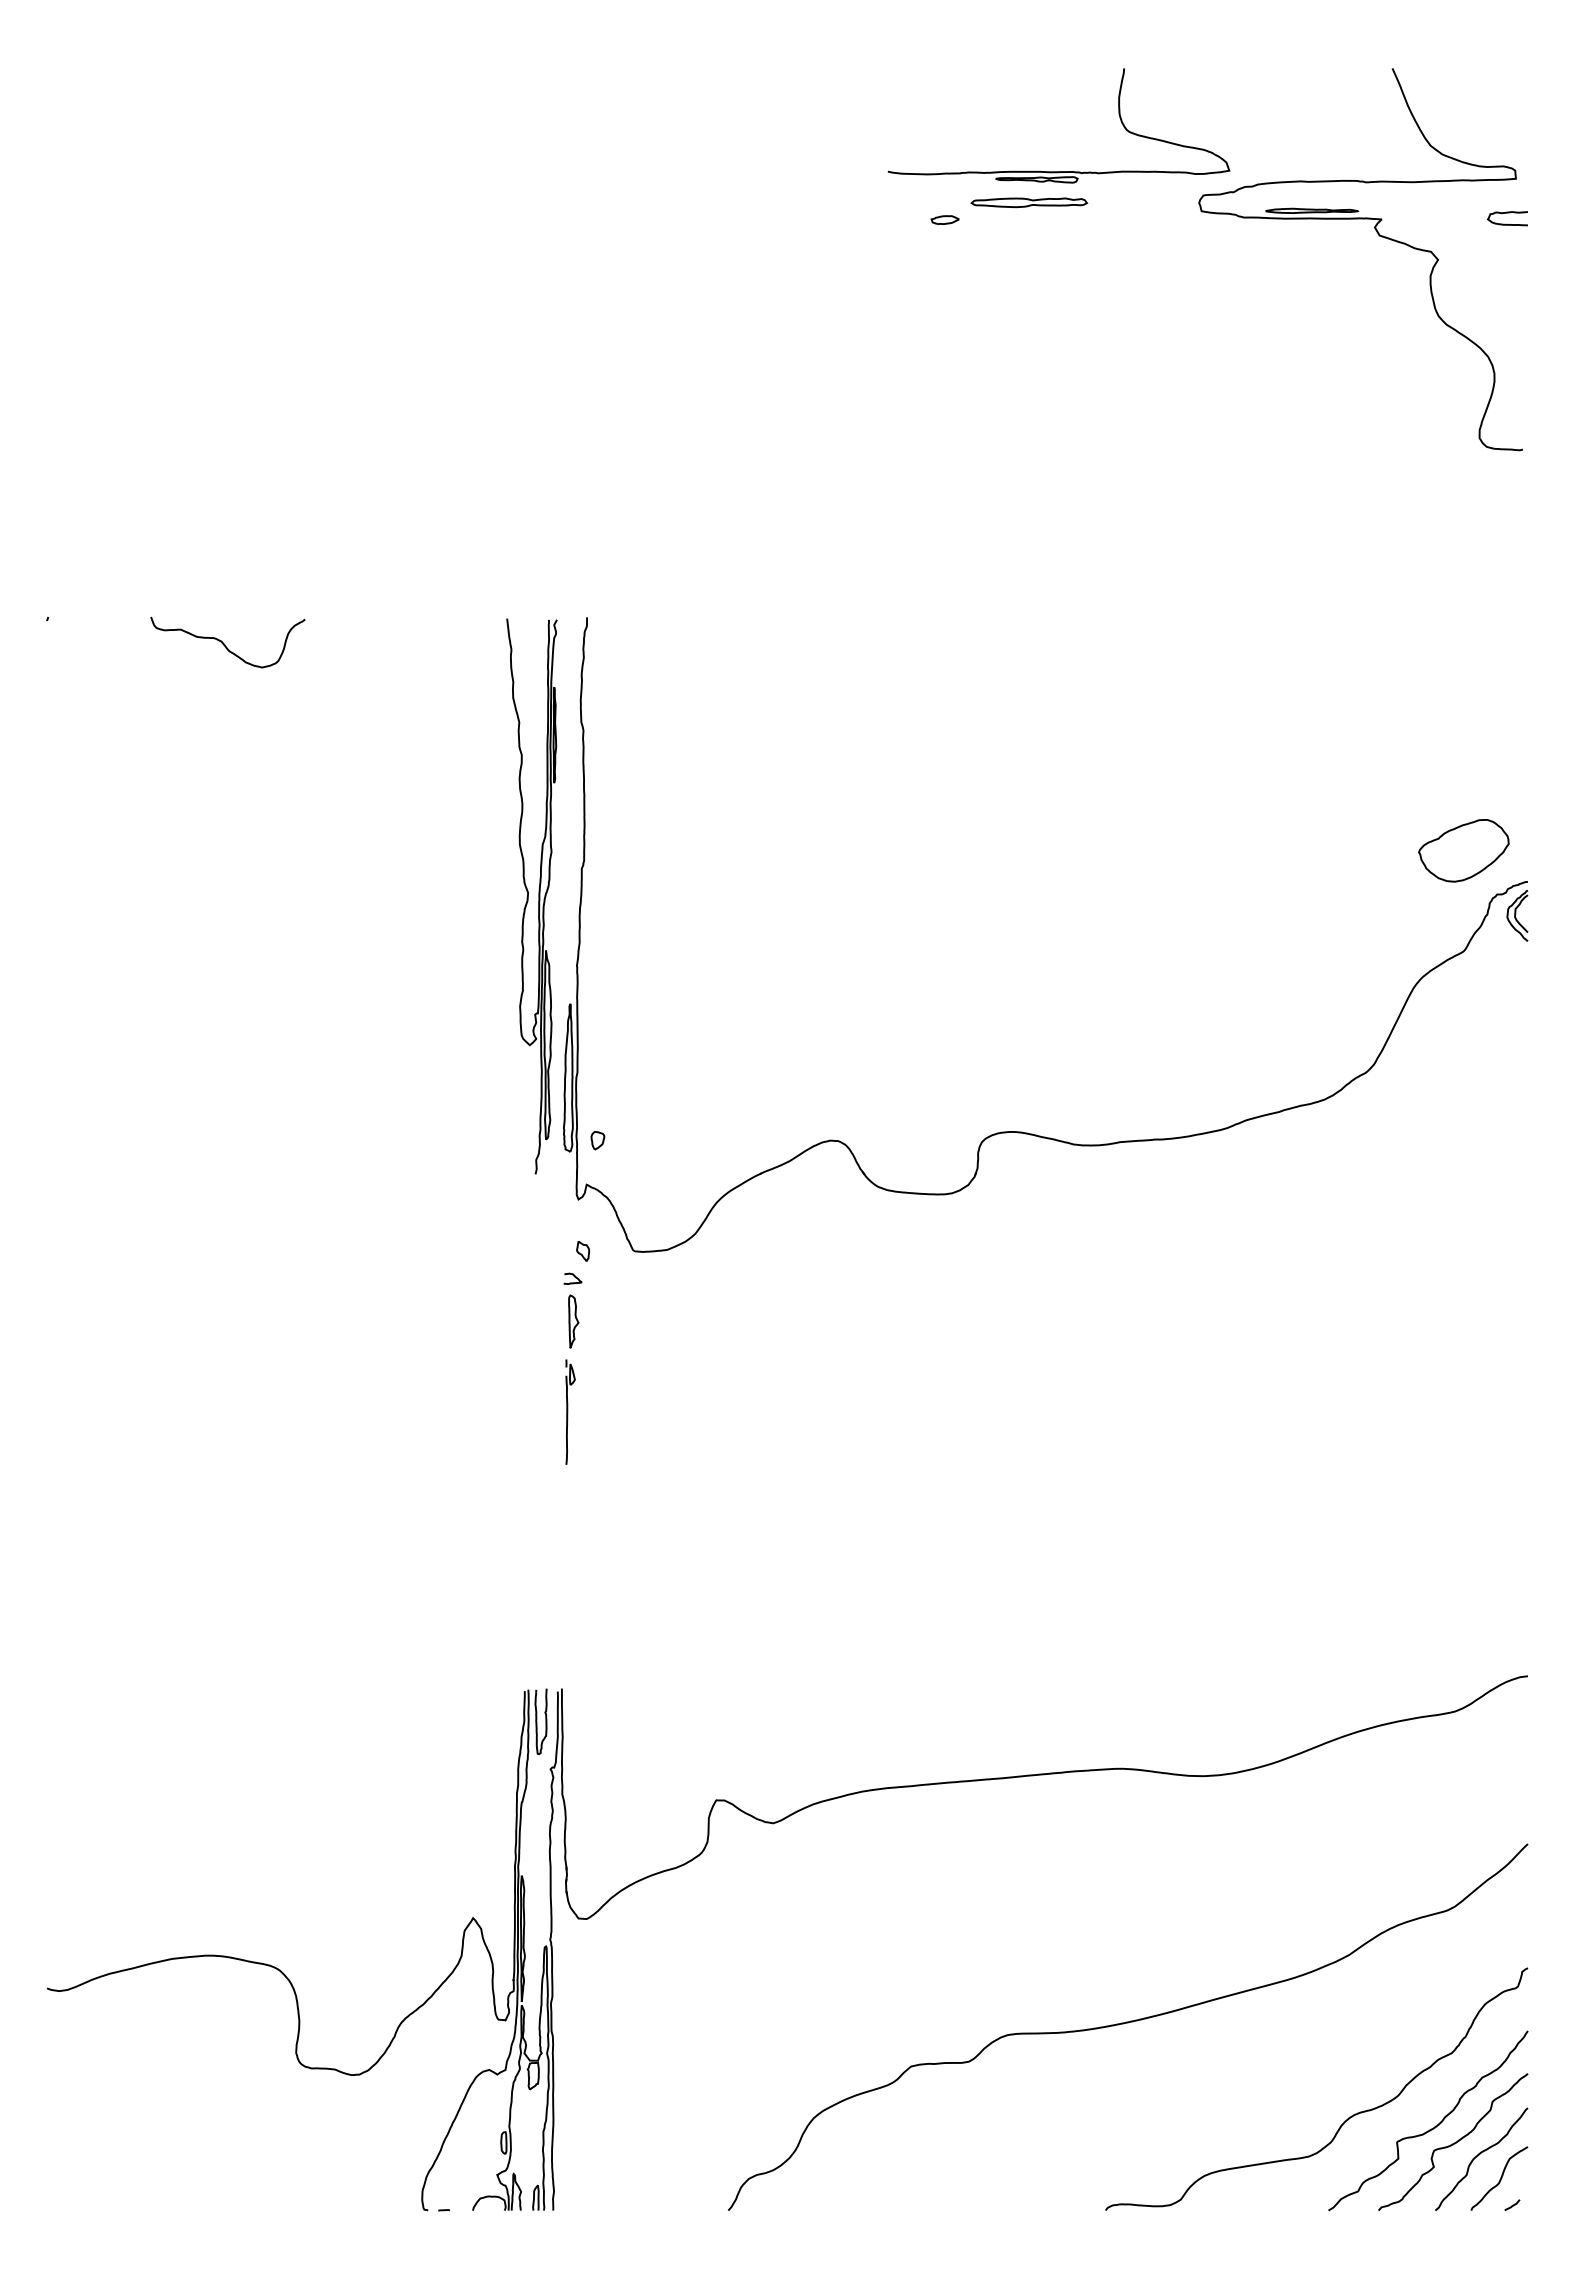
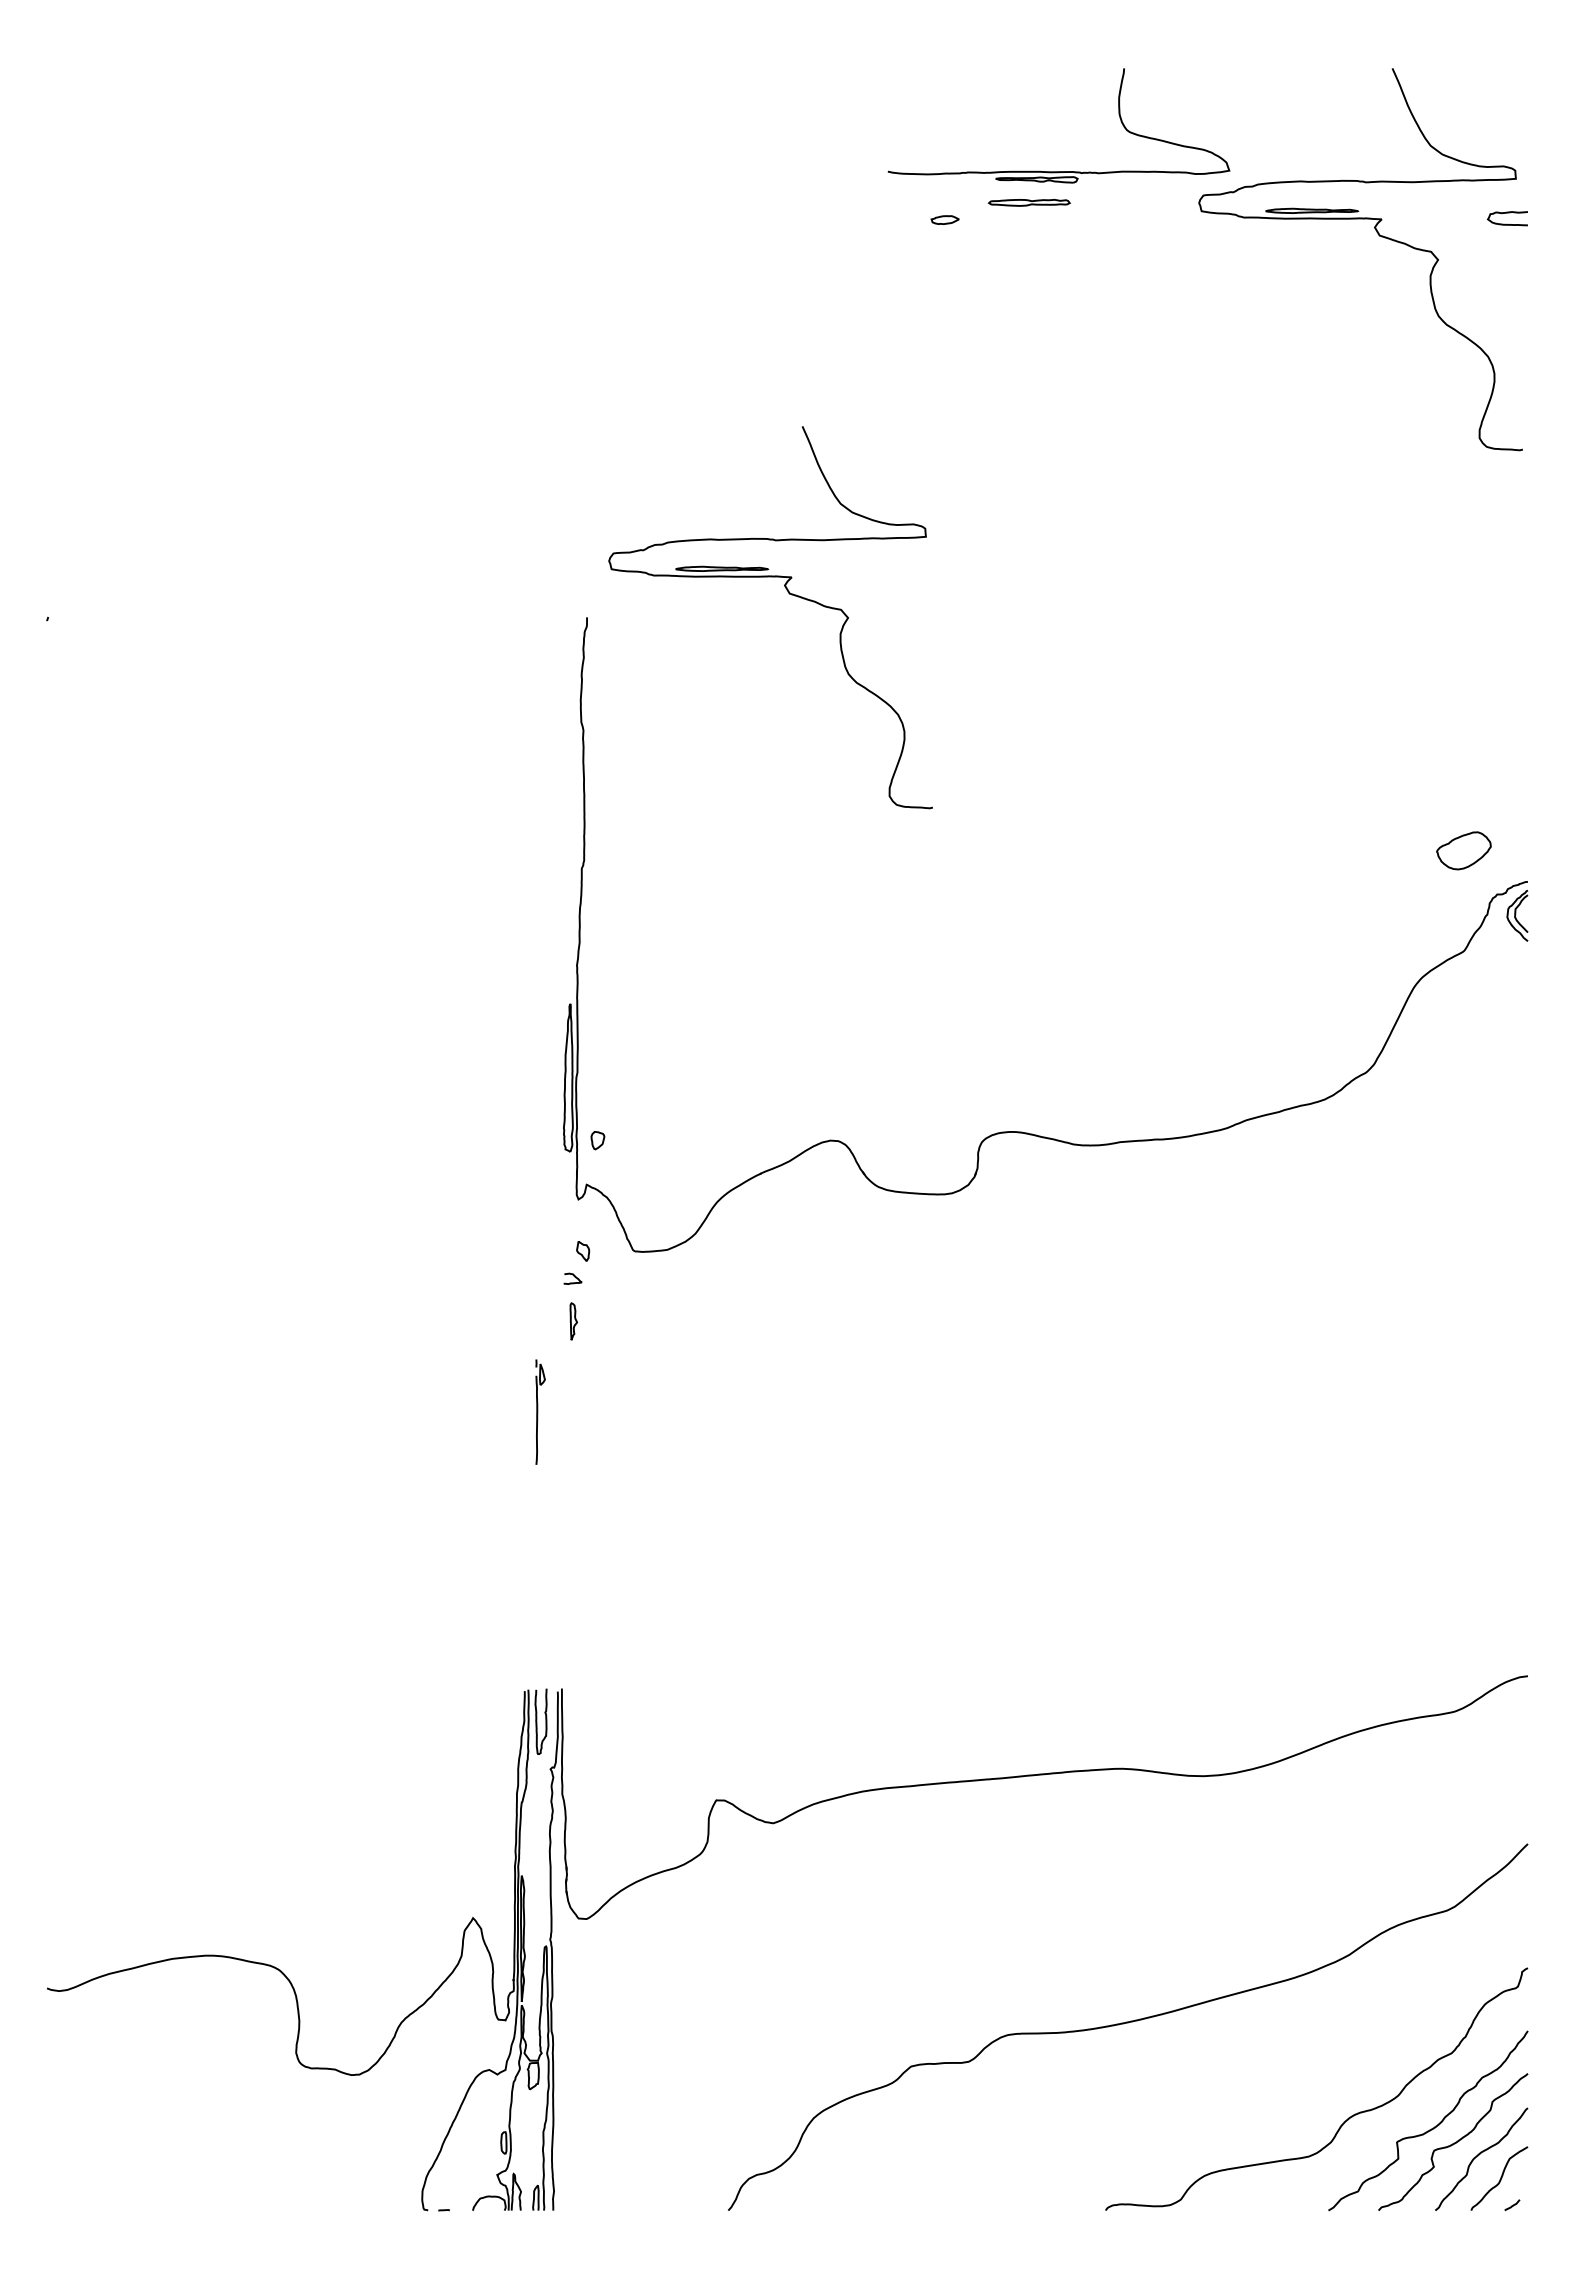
part at (1029, 202) size: 119x12 px -> 84x9 px
part at (789, 594): none -> present
curve at (225, 644): present -> none
part at (1463, 850) size: 92x64 px -> 56x40 px
part at (531, 896): present -> none
part at (573, 1321) size: 12x55 px -> 9x39 px
part at (570, 1411) position: (570, 1411) -> (540, 1411)
